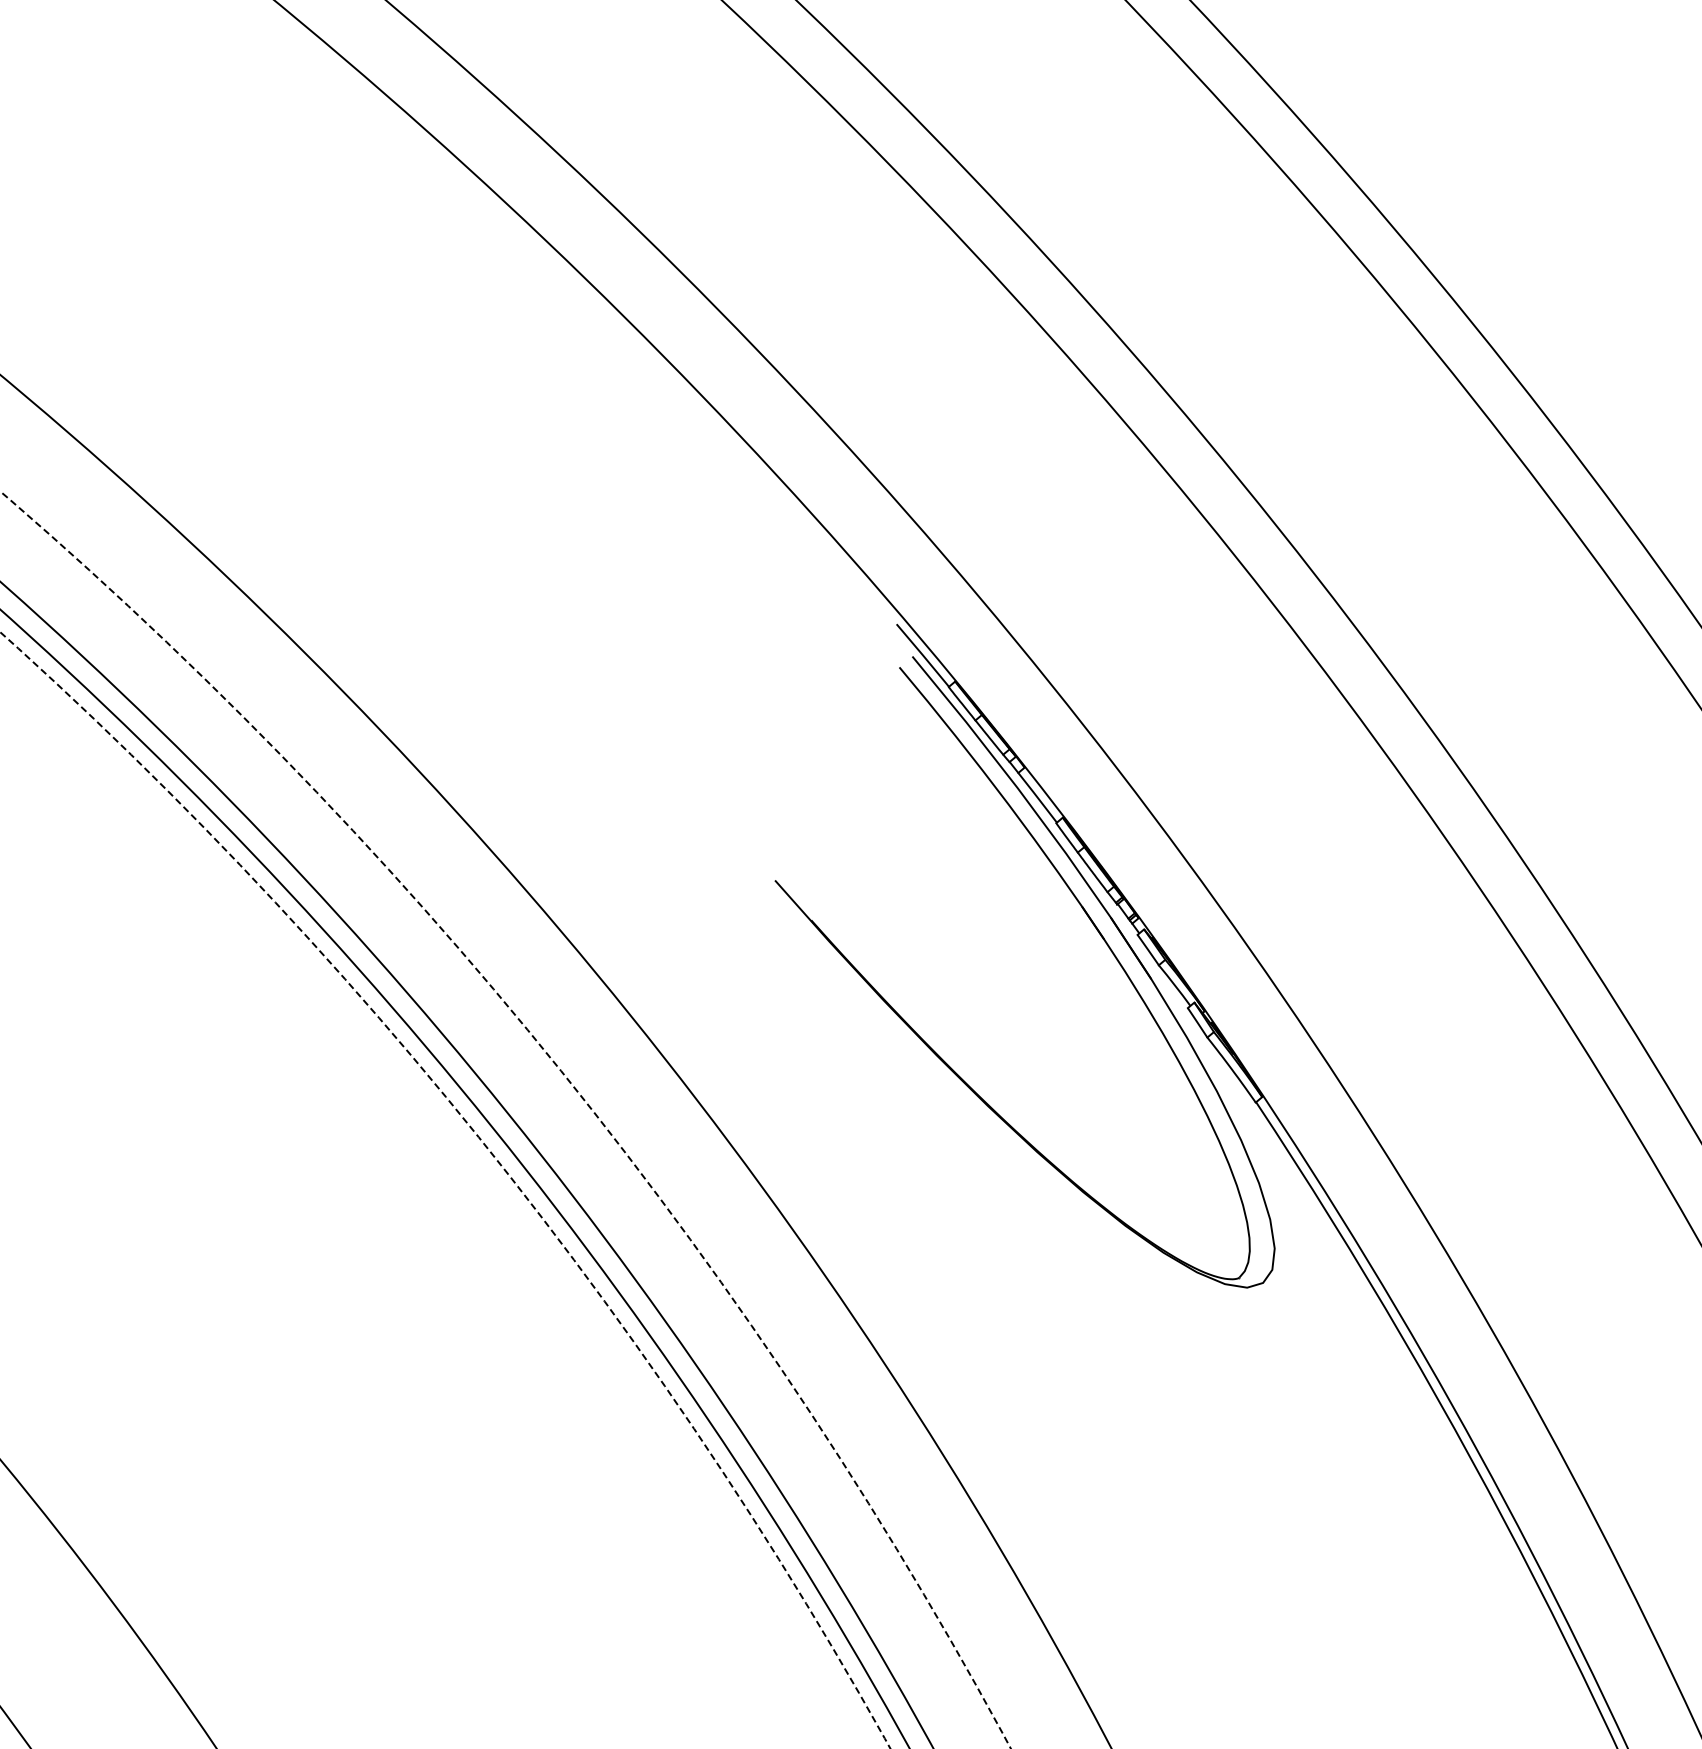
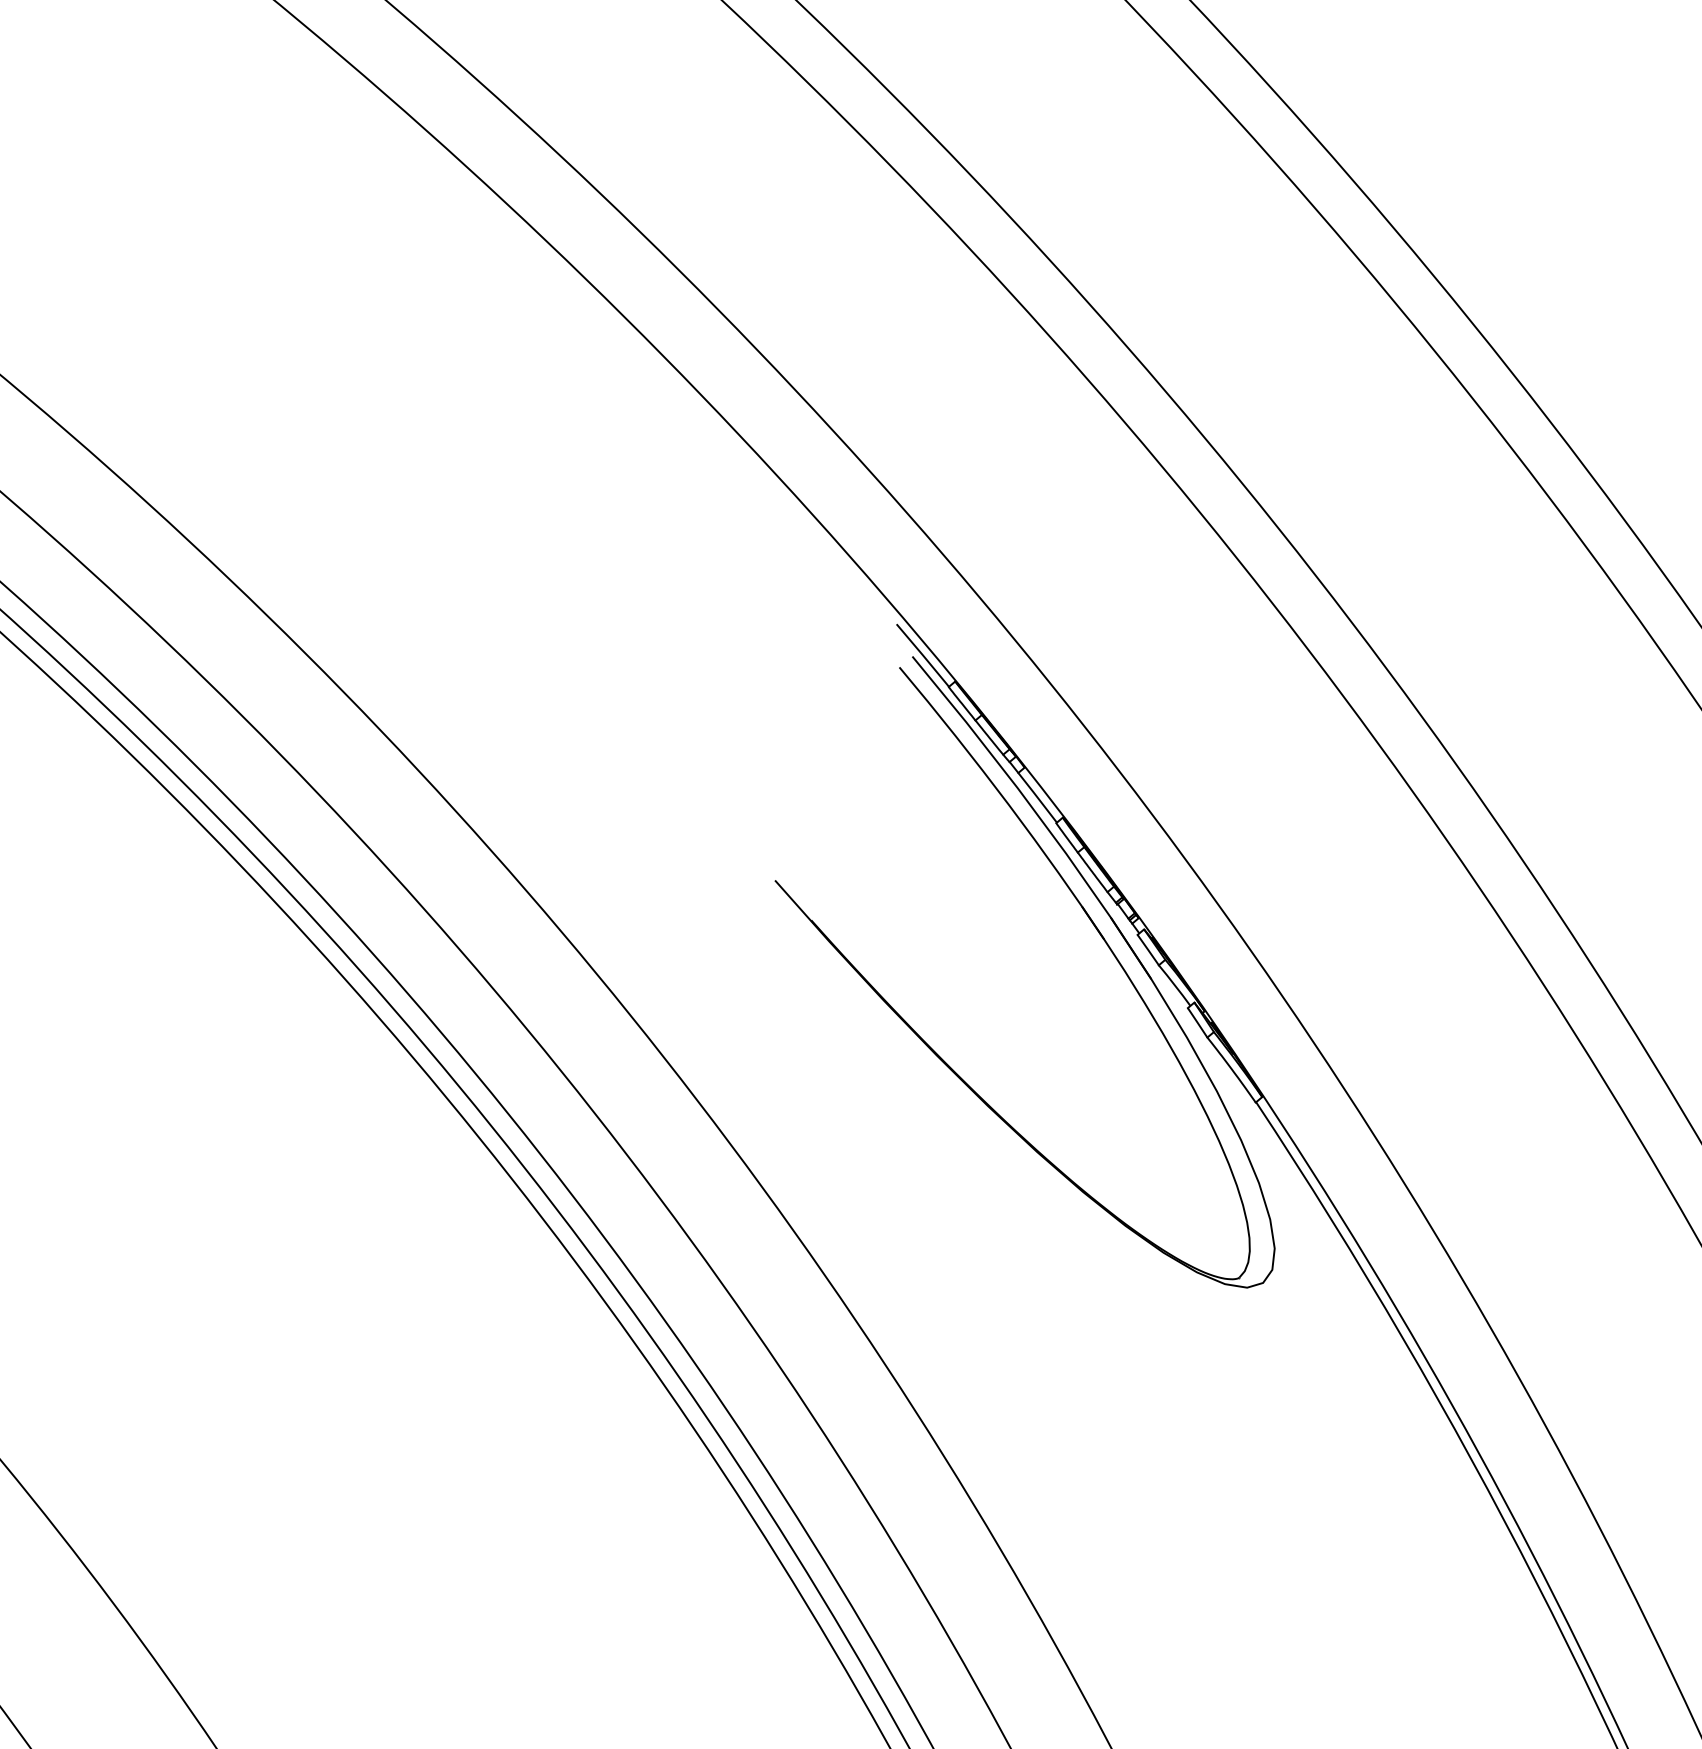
circle at (505, 1119): dashed -> solid
circle at (445, 1190): dashed -> solid
